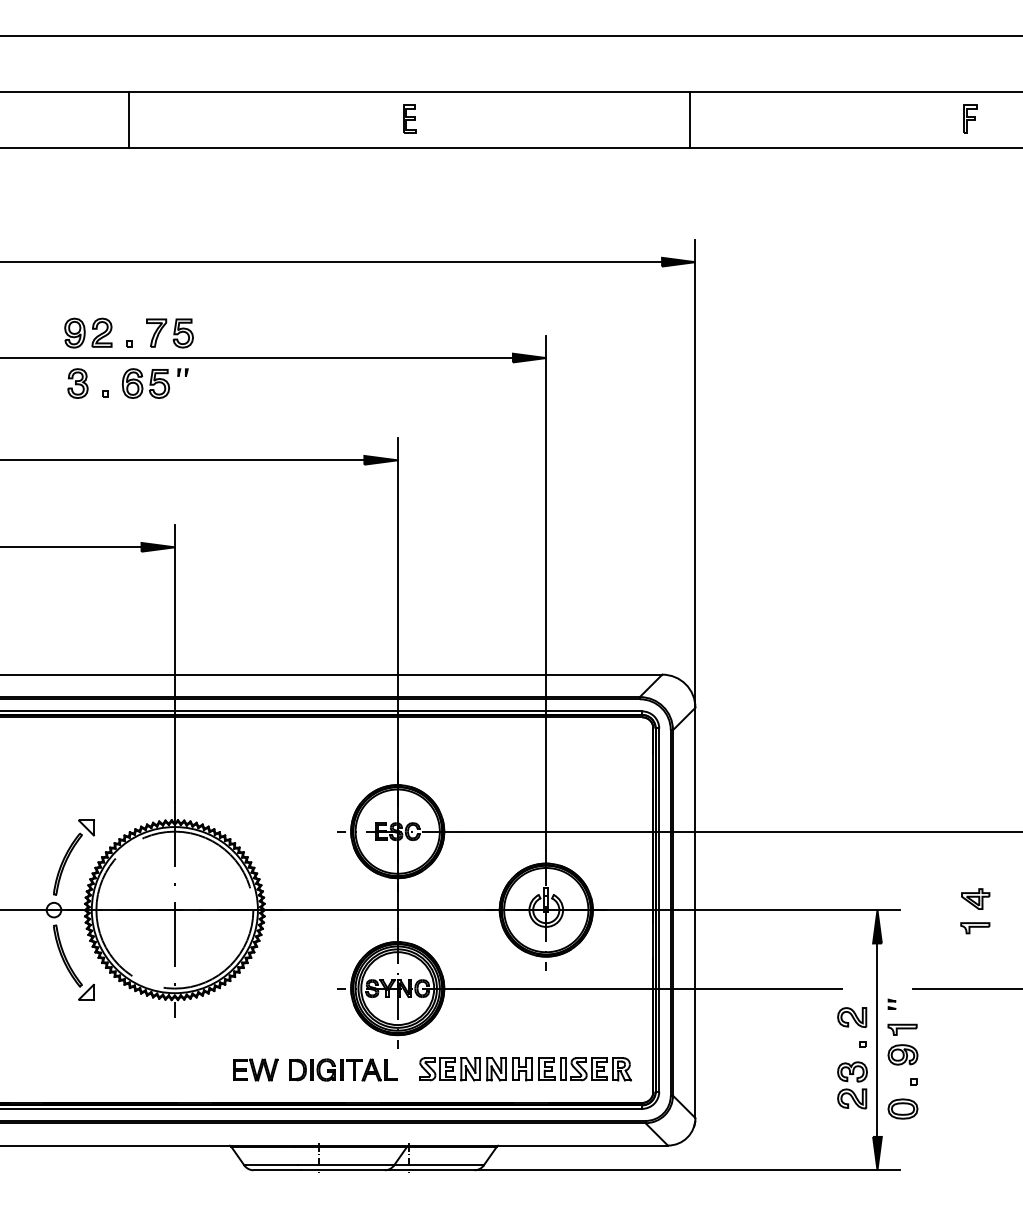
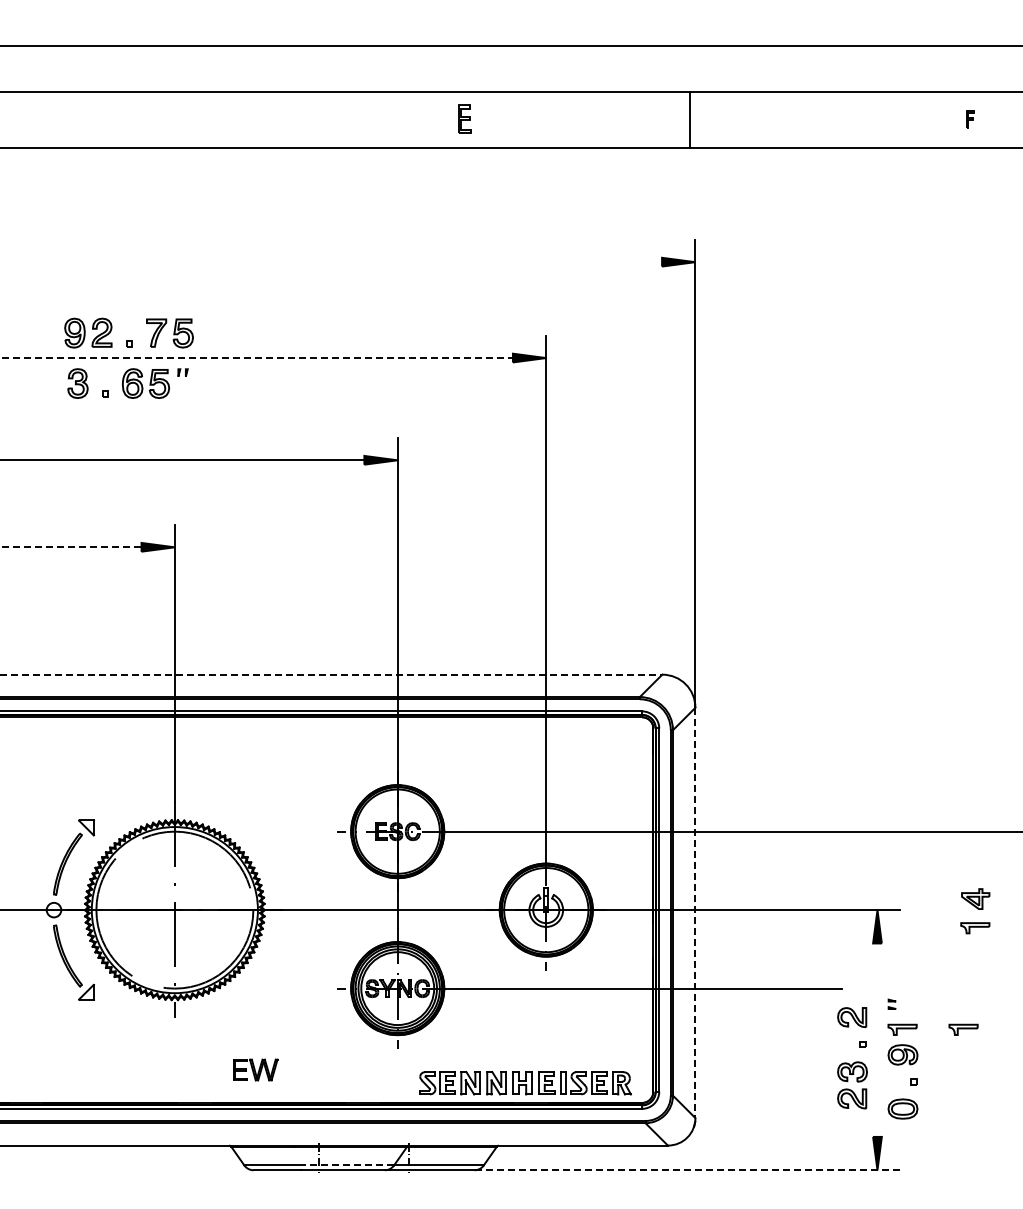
line at (510, 36) position: (510, 36) -> (510, 46)
part at (409, 118) position: (409, 118) -> (464, 118)
part at (970, 118) size: 15x30 px -> 9x19 px
line at (128, 120): present -> none
line at (332, 262): present -> none
line at (257, 358): solid -> dashed
line at (71, 547): solid -> dashed
line at (331, 674): solid -> dashed
line at (695, 913): solid -> dashed
line at (965, 988): present -> none
part at (963, 1029): none -> present
line at (877, 1039): present -> none
part at (343, 1069): present -> none
part at (525, 1069) position: (525, 1069) -> (525, 1083)
line at (346, 1165): solid -> dashed
line at (687, 1170): solid -> dashed
